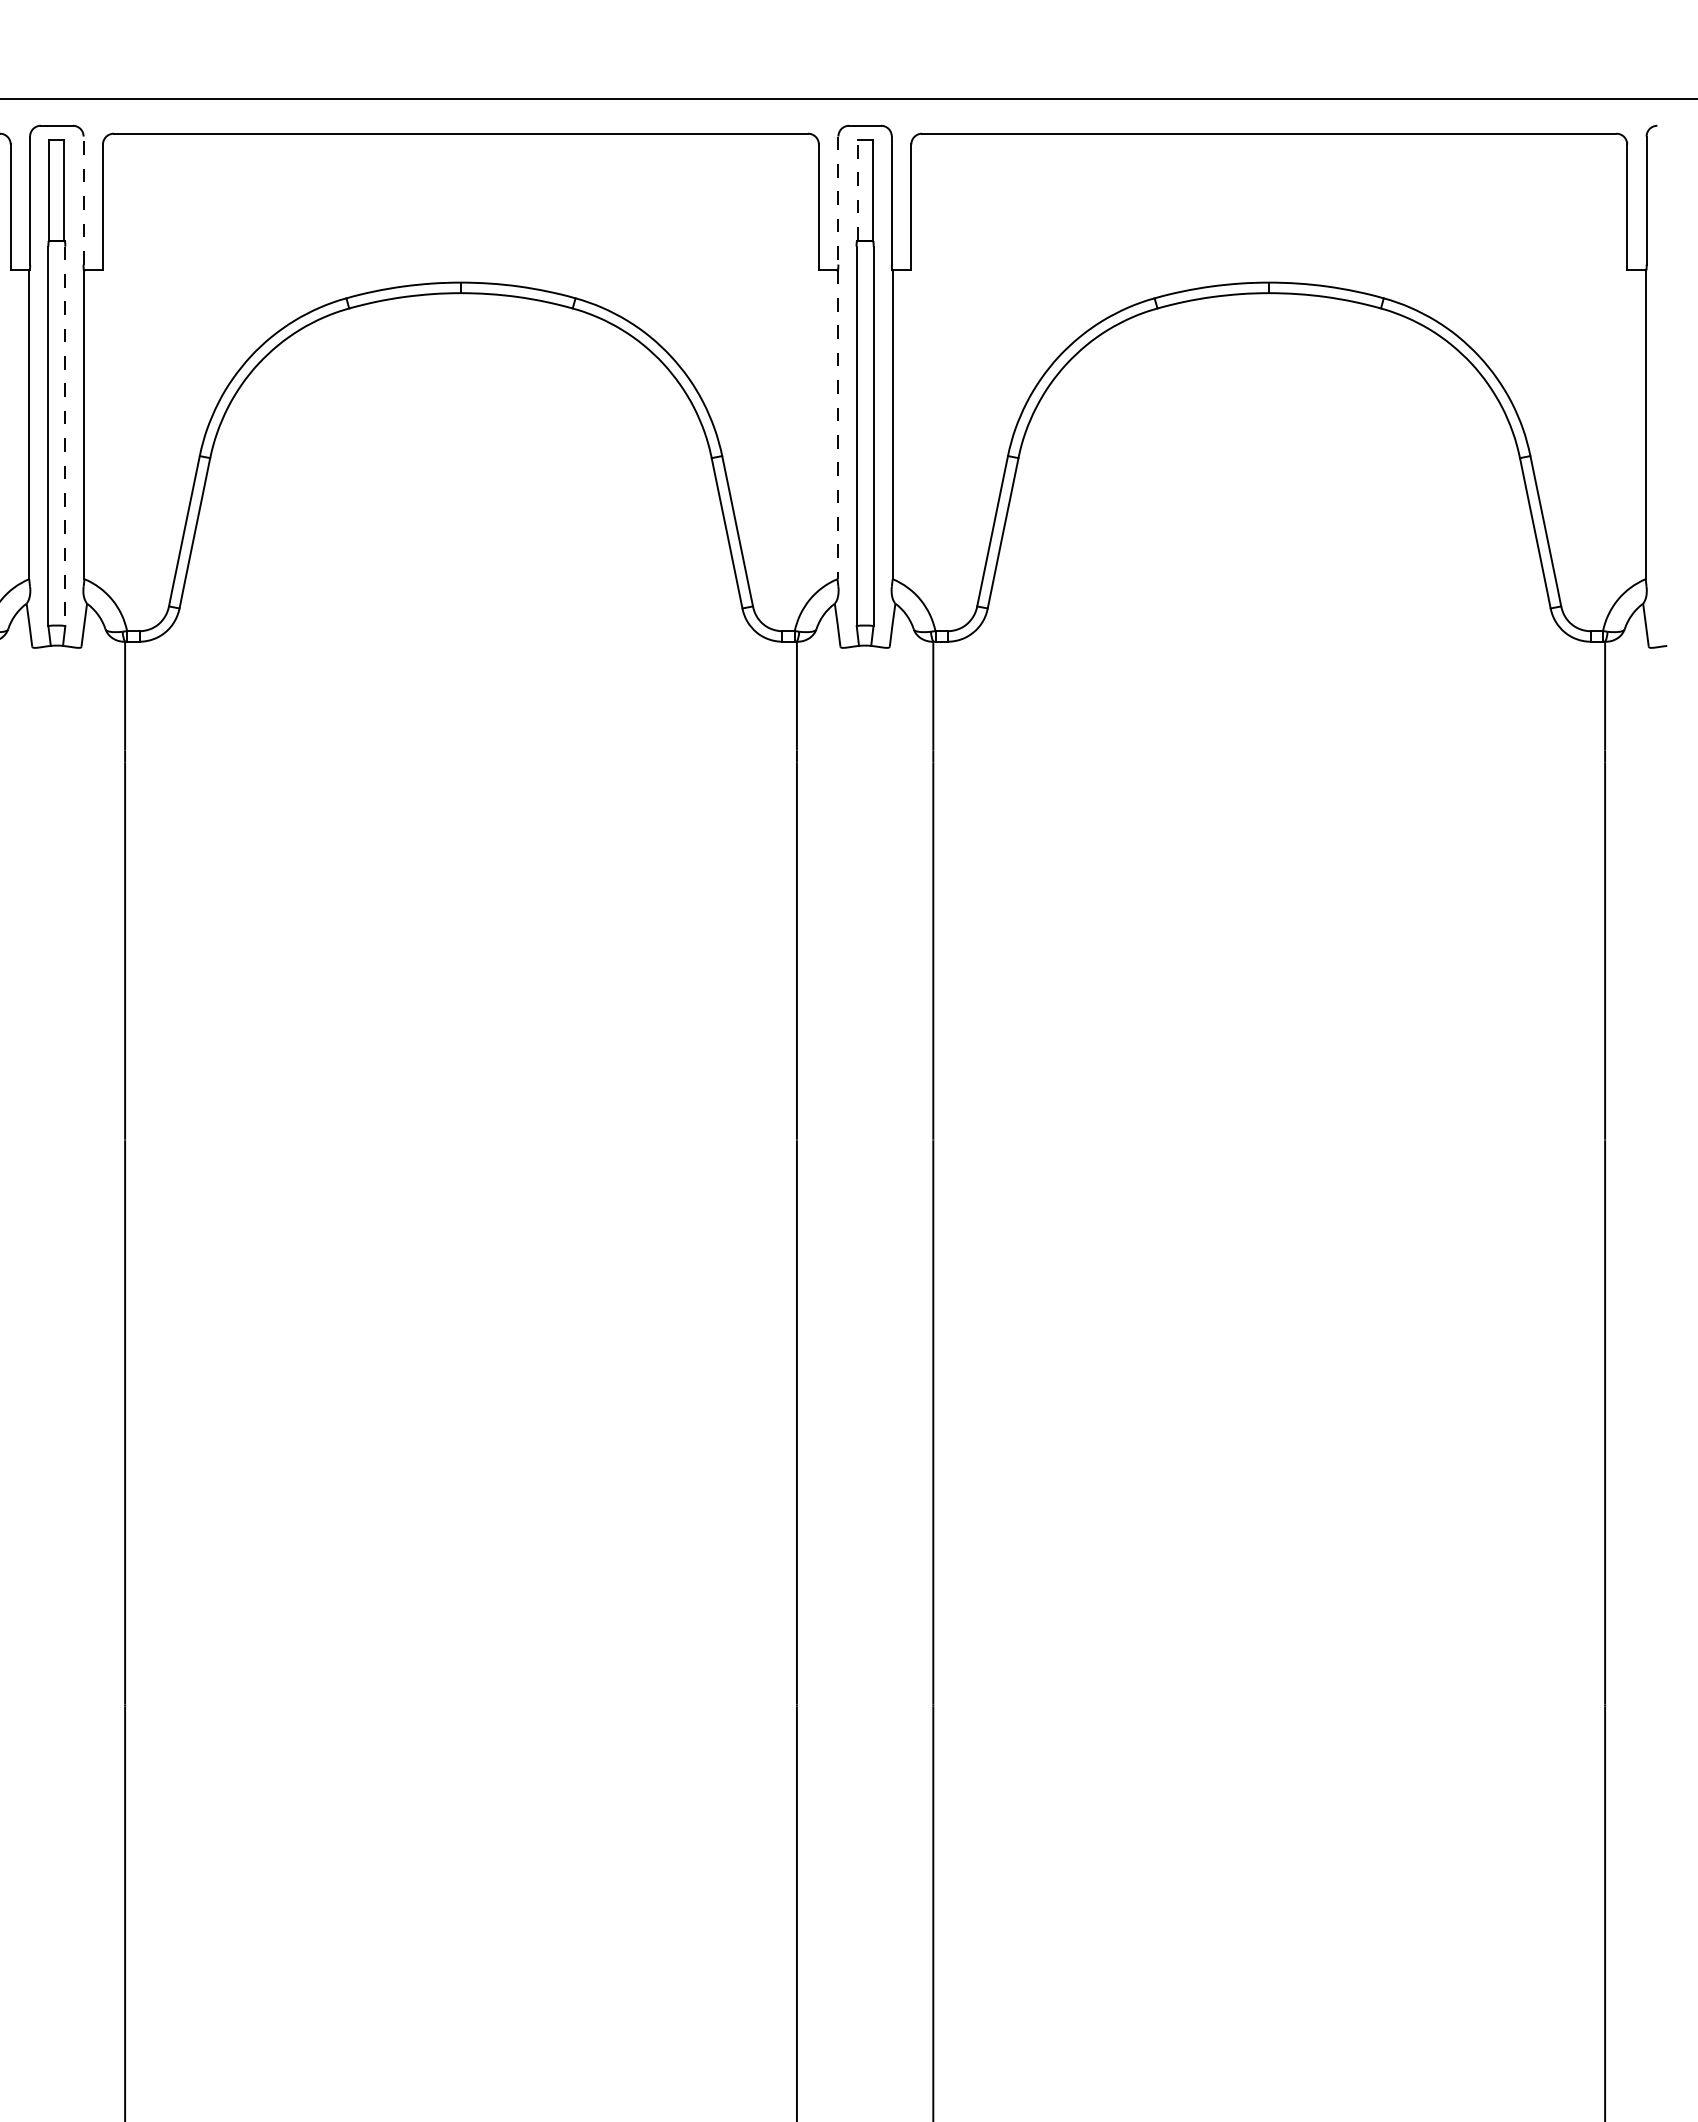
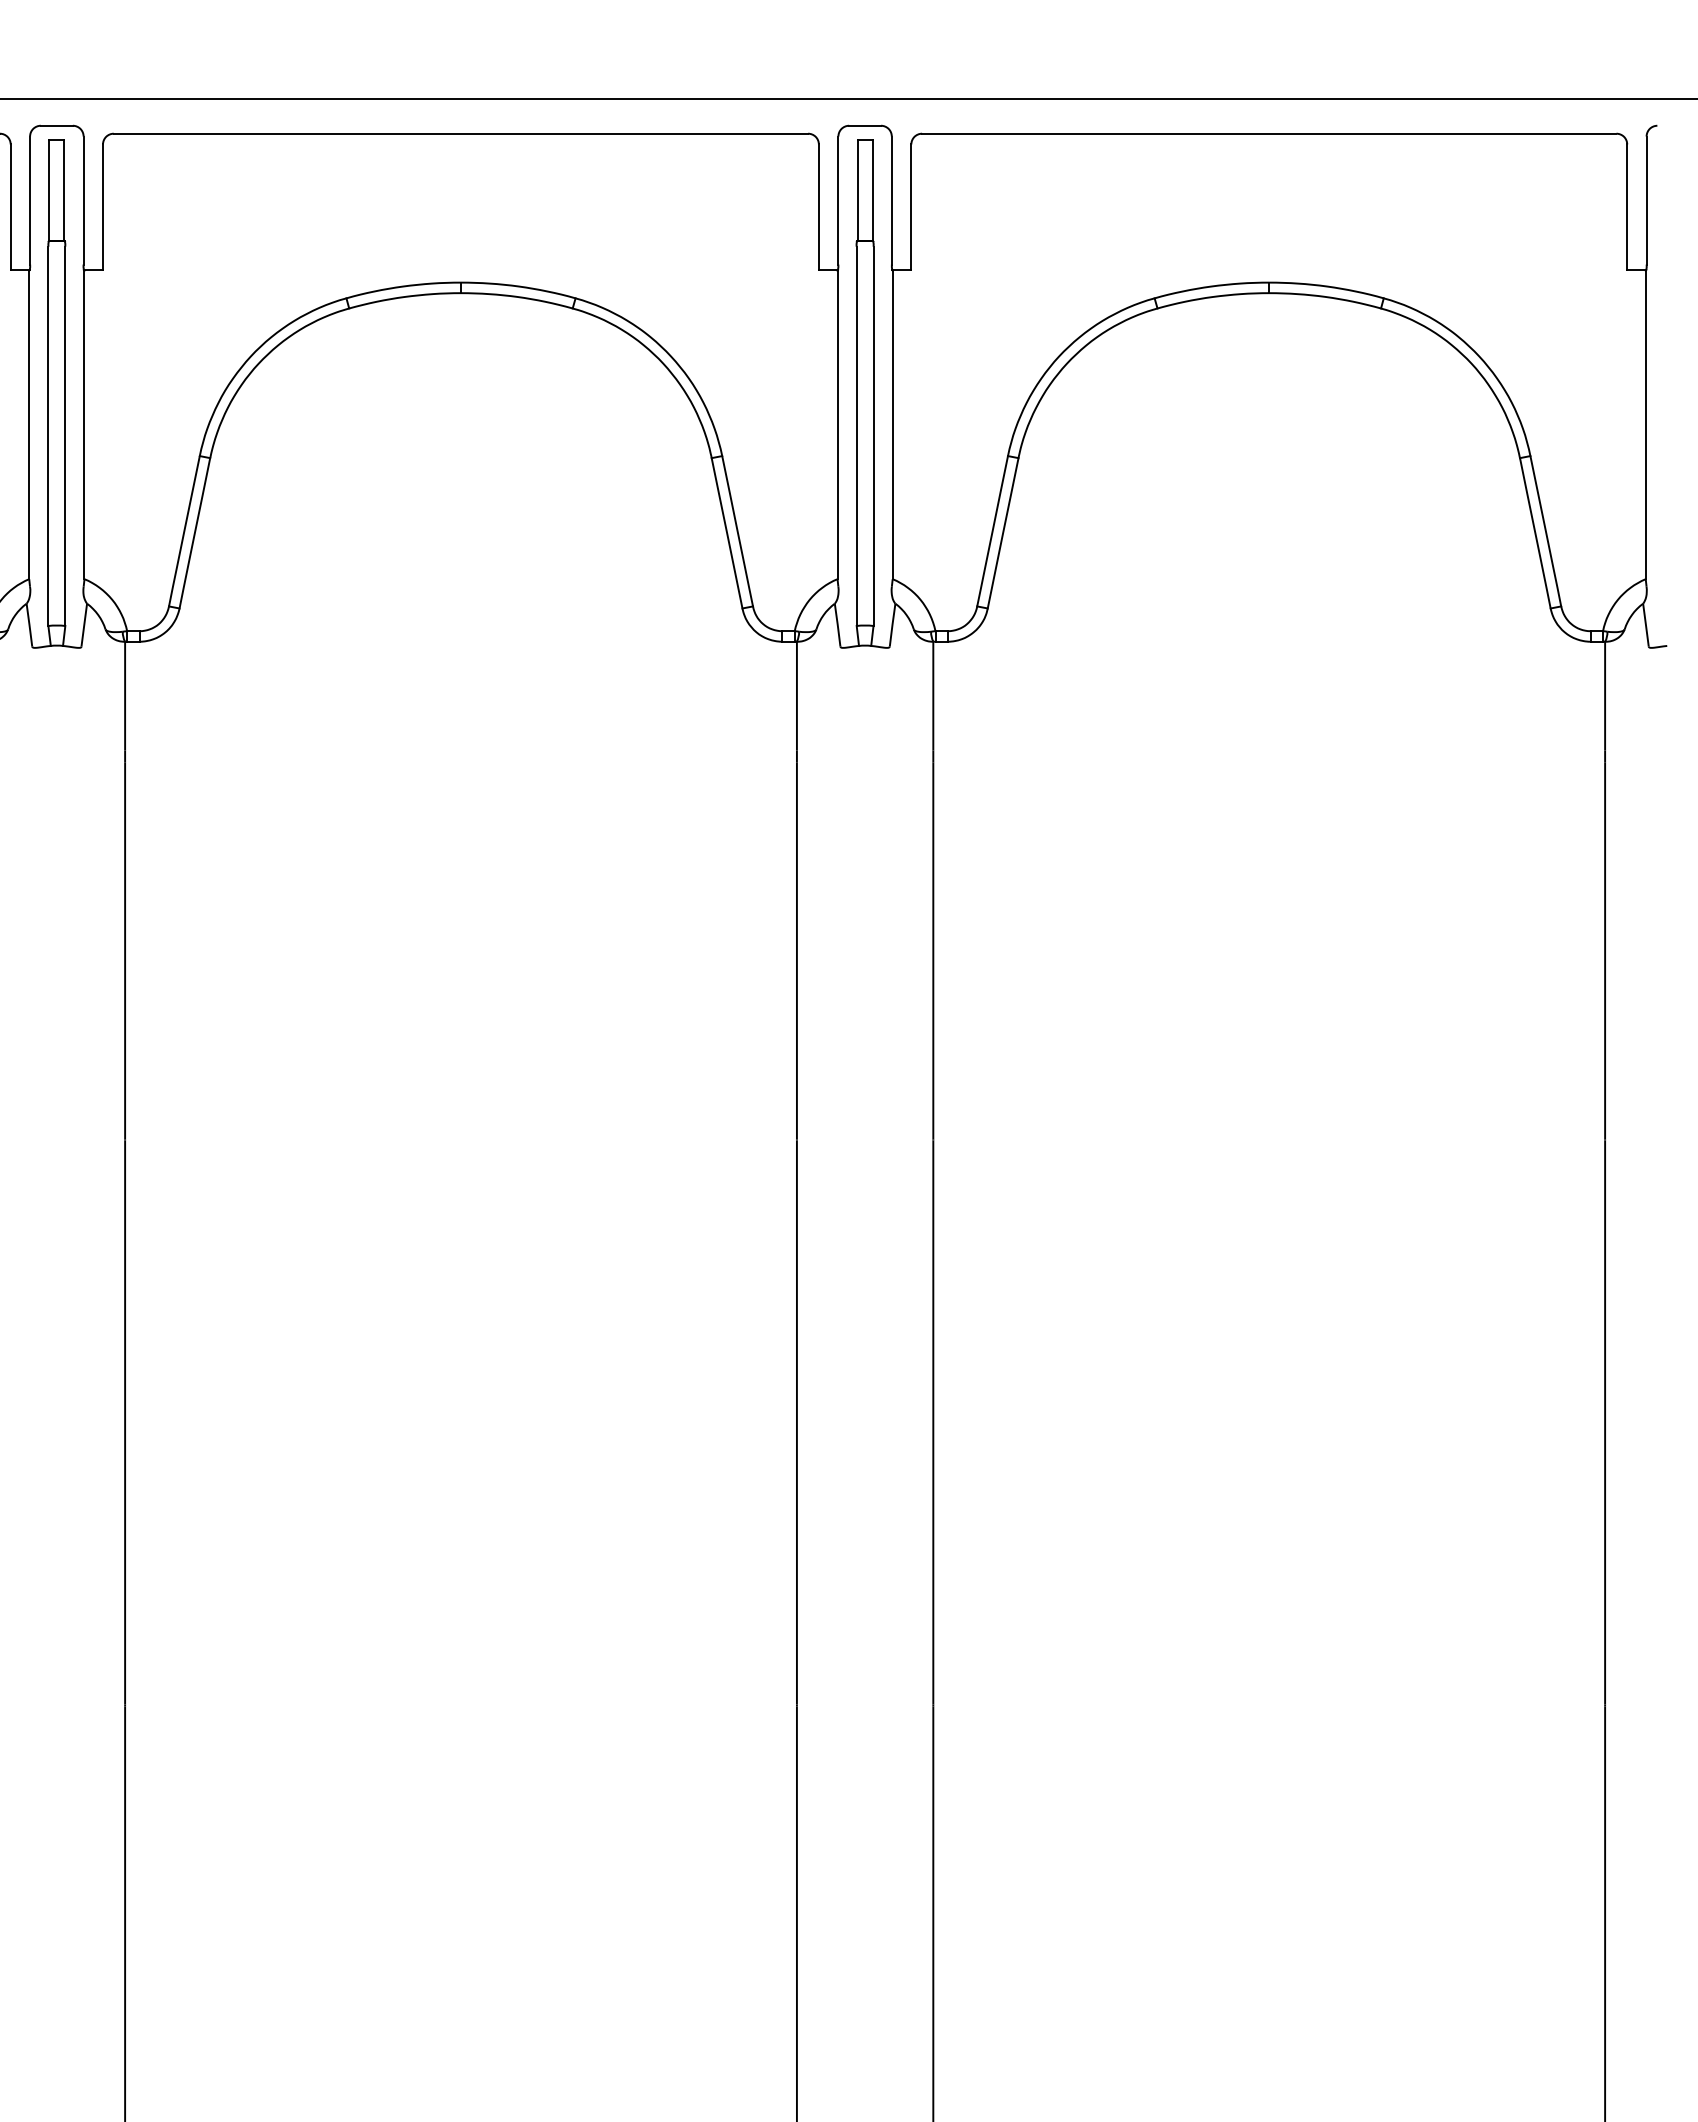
line at (857, 190): dashed -> solid
line at (83, 200): dashed -> solid
line at (838, 201): dashed -> solid
line at (837, 425): dashed -> solid
line at (65, 436): dashed -> solid
